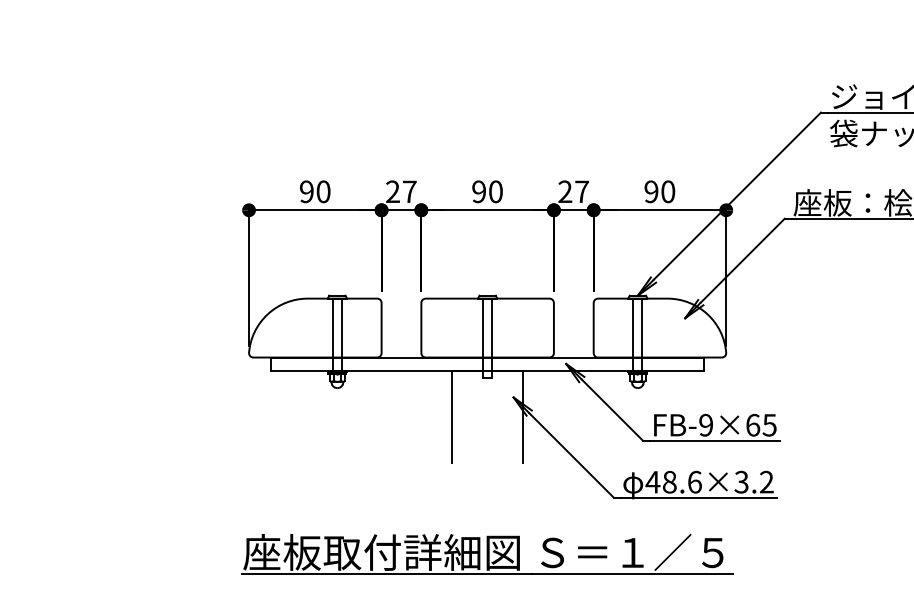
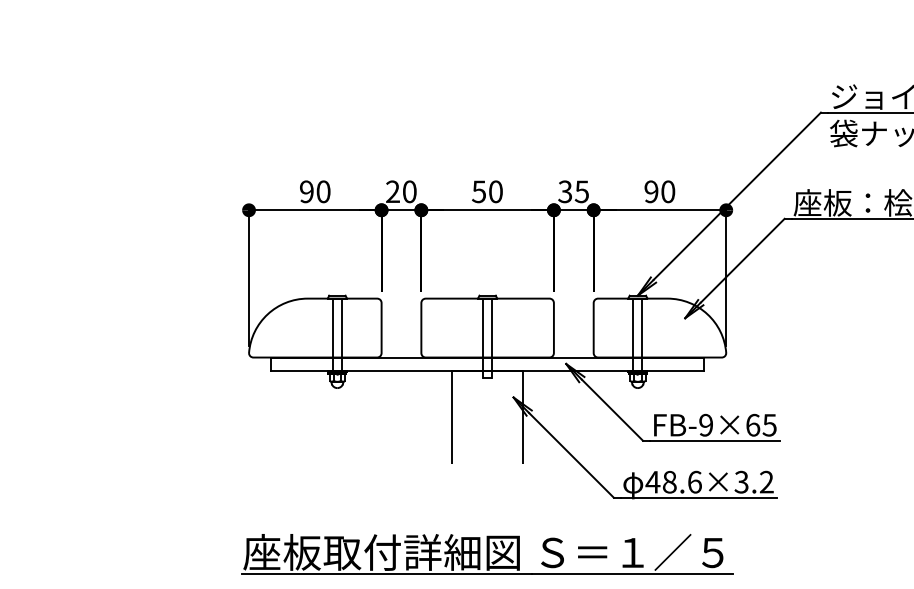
text at (409, 191): 27 -> 20
text at (478, 191): 90 -> 50
text at (573, 191): 27 -> 35
